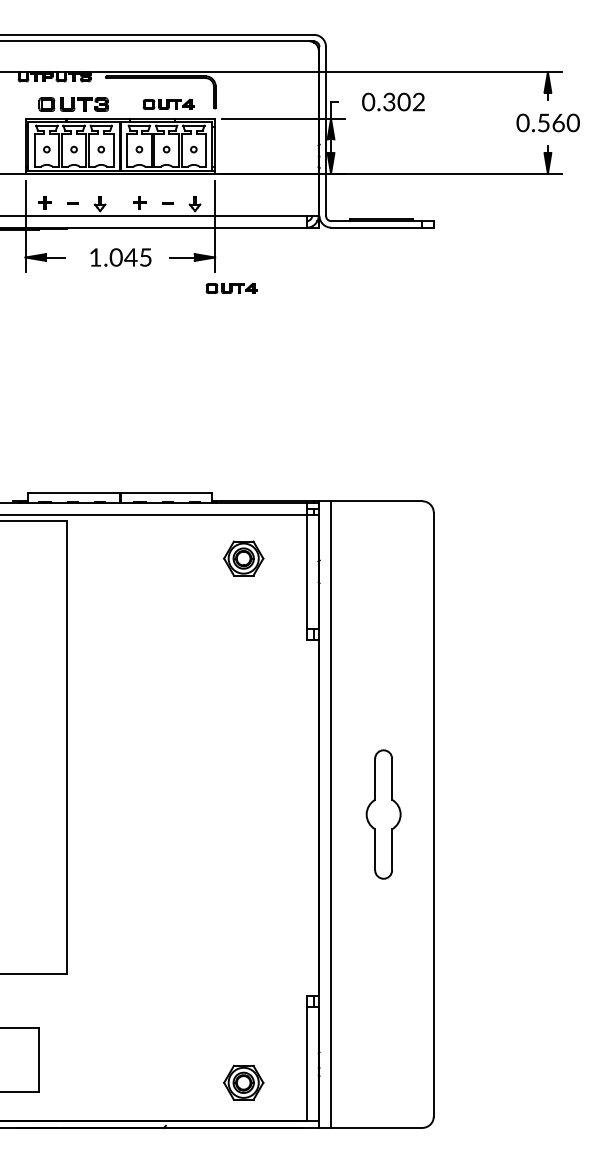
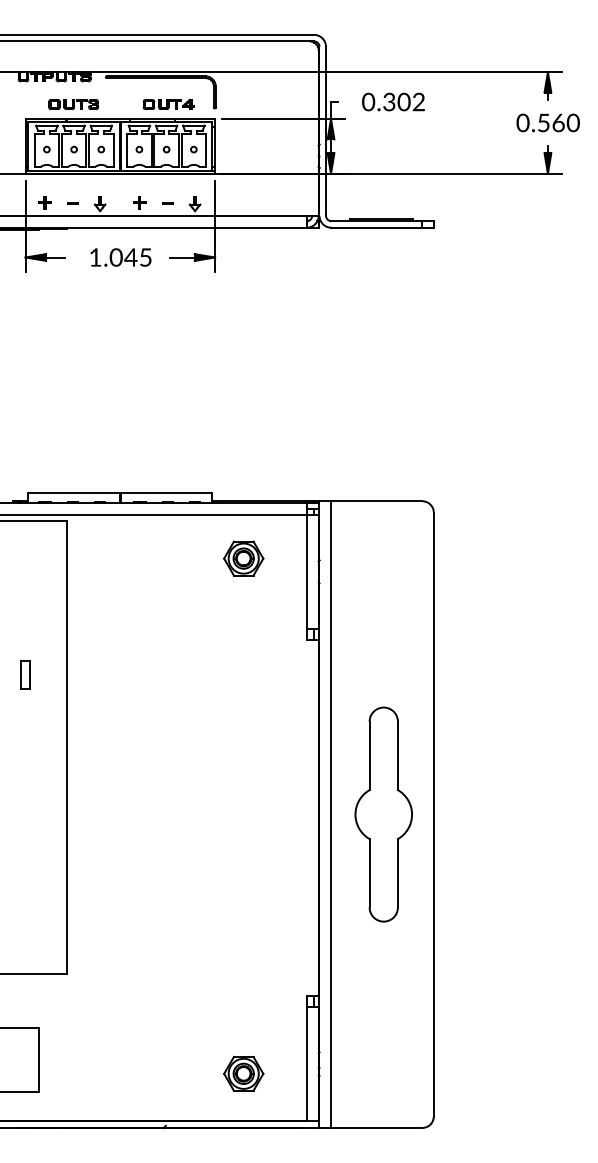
part at (73, 104) size: 71x15 px -> 51x11 px
part at (231, 287): present -> none
part at (25, 674): none -> present
part at (383, 814) size: 37x131 px -> 59x217 px
part at (243, 1082) position: (243, 1082) -> (243, 1073)
